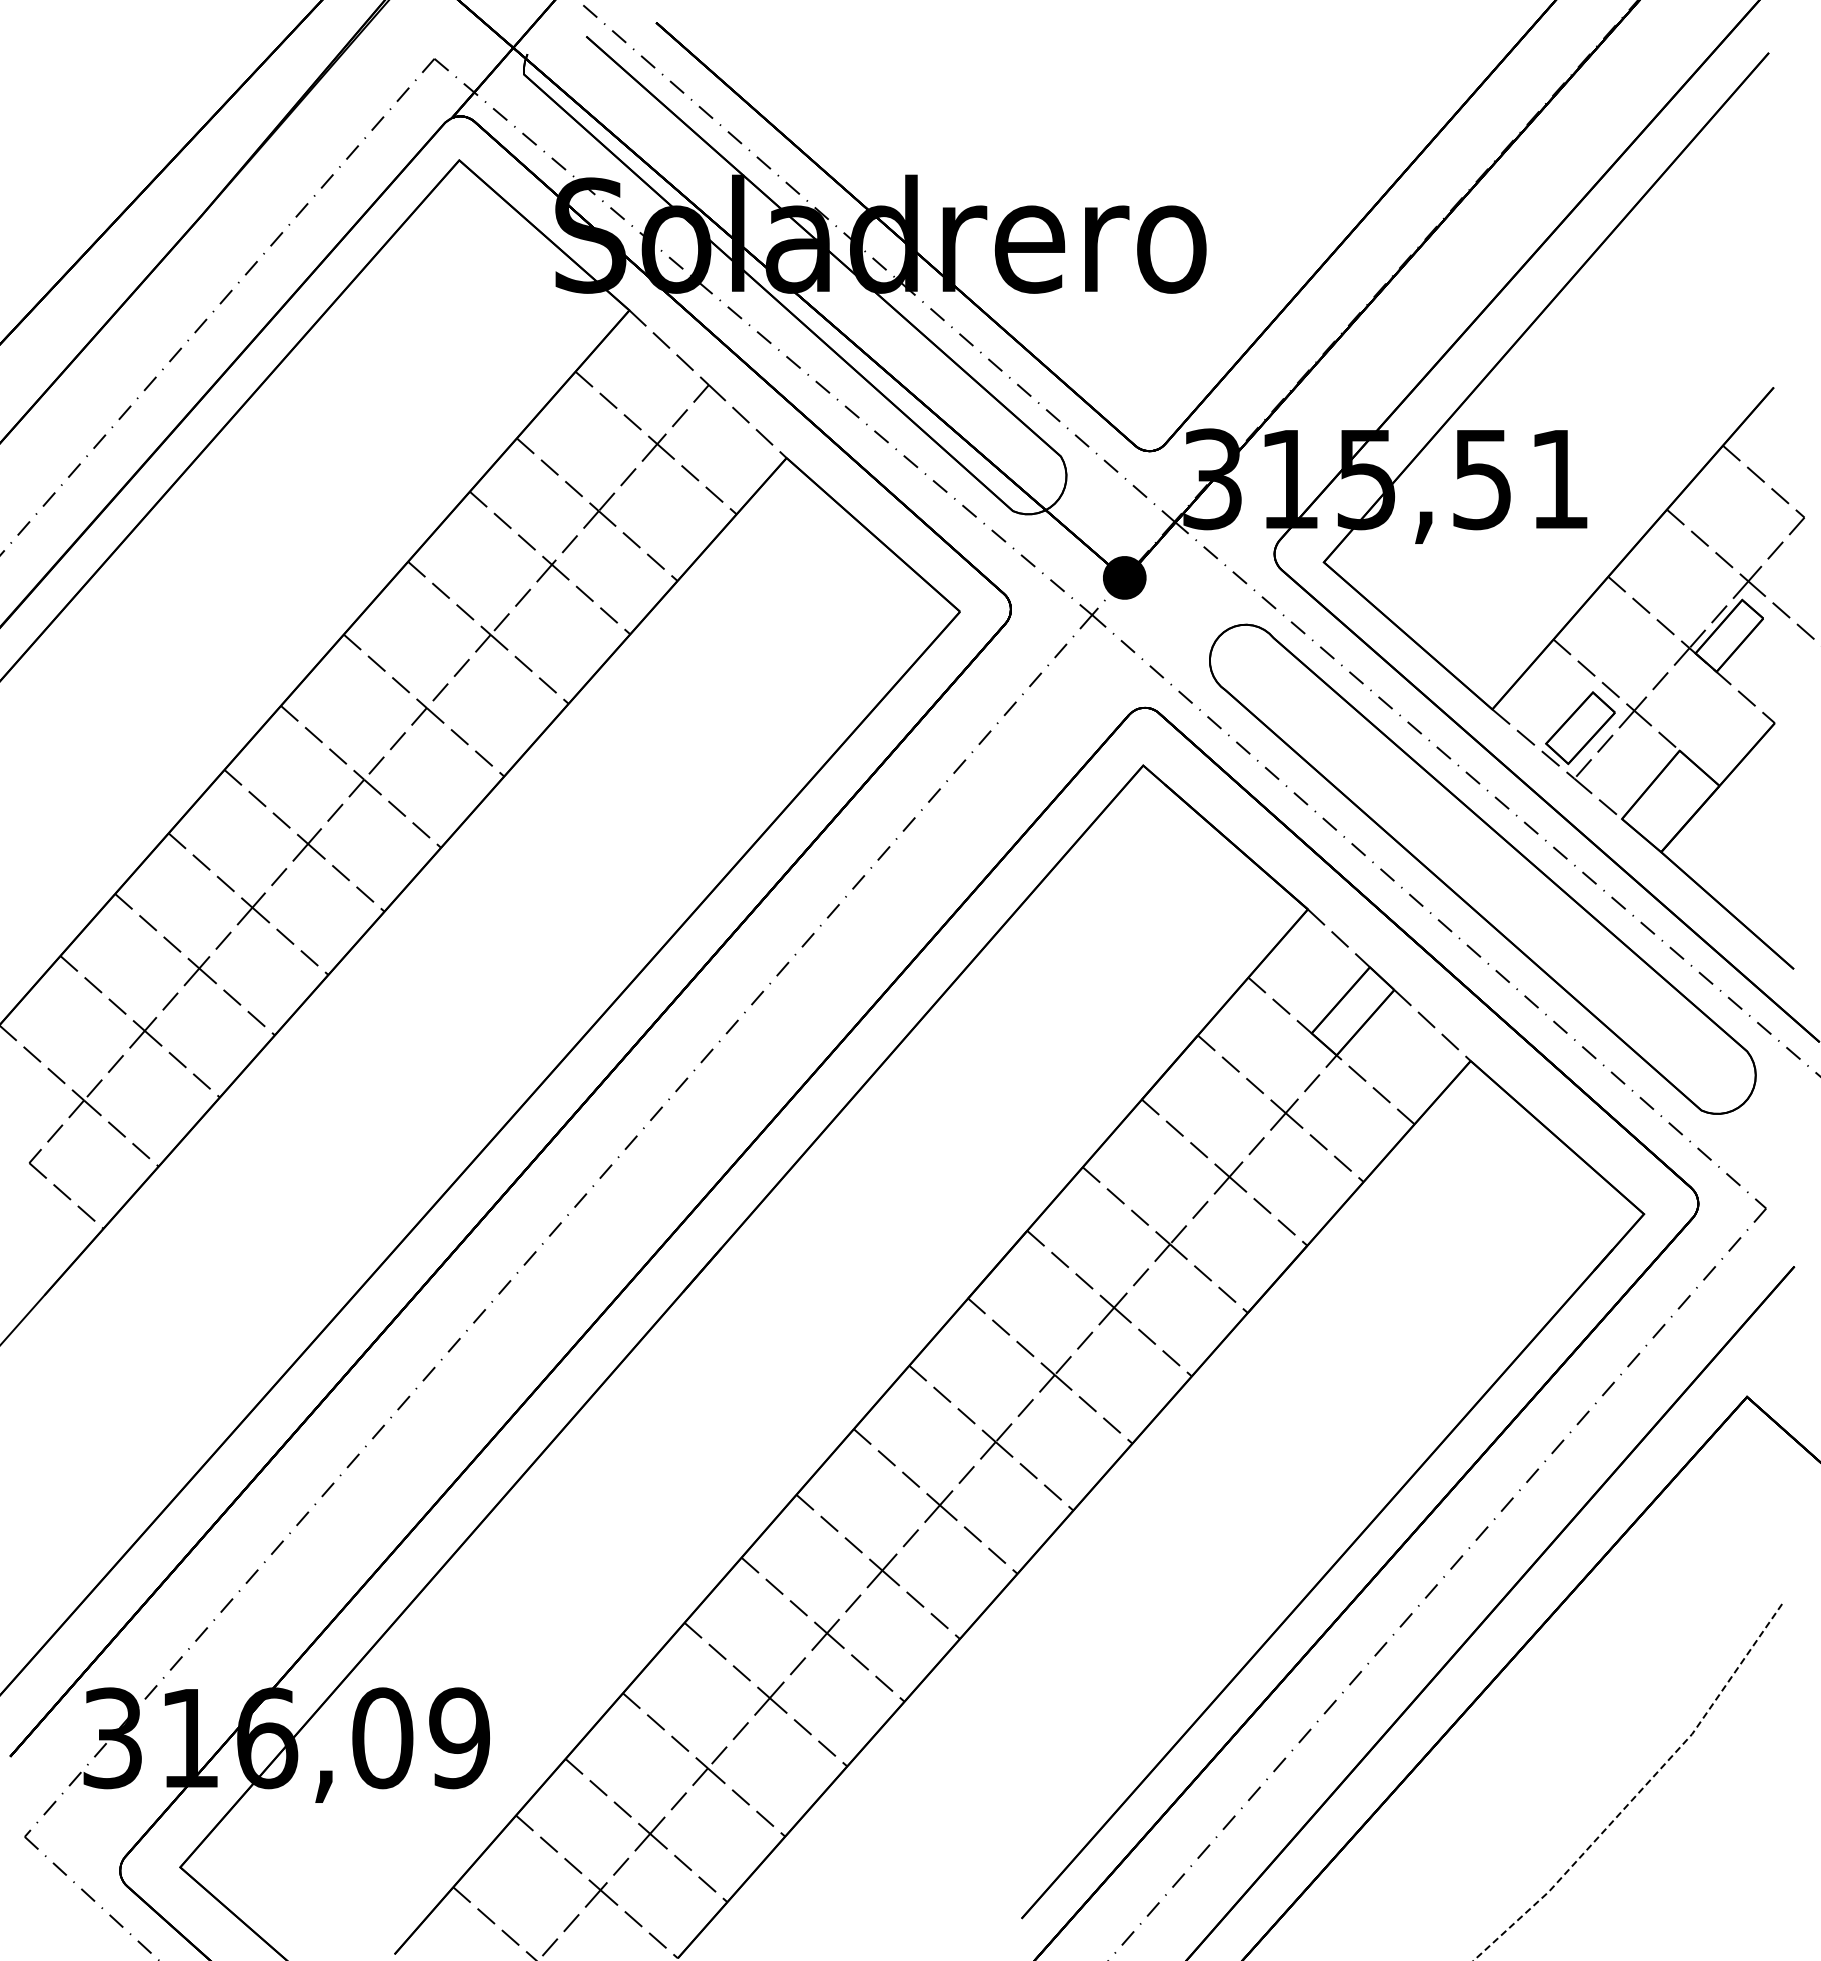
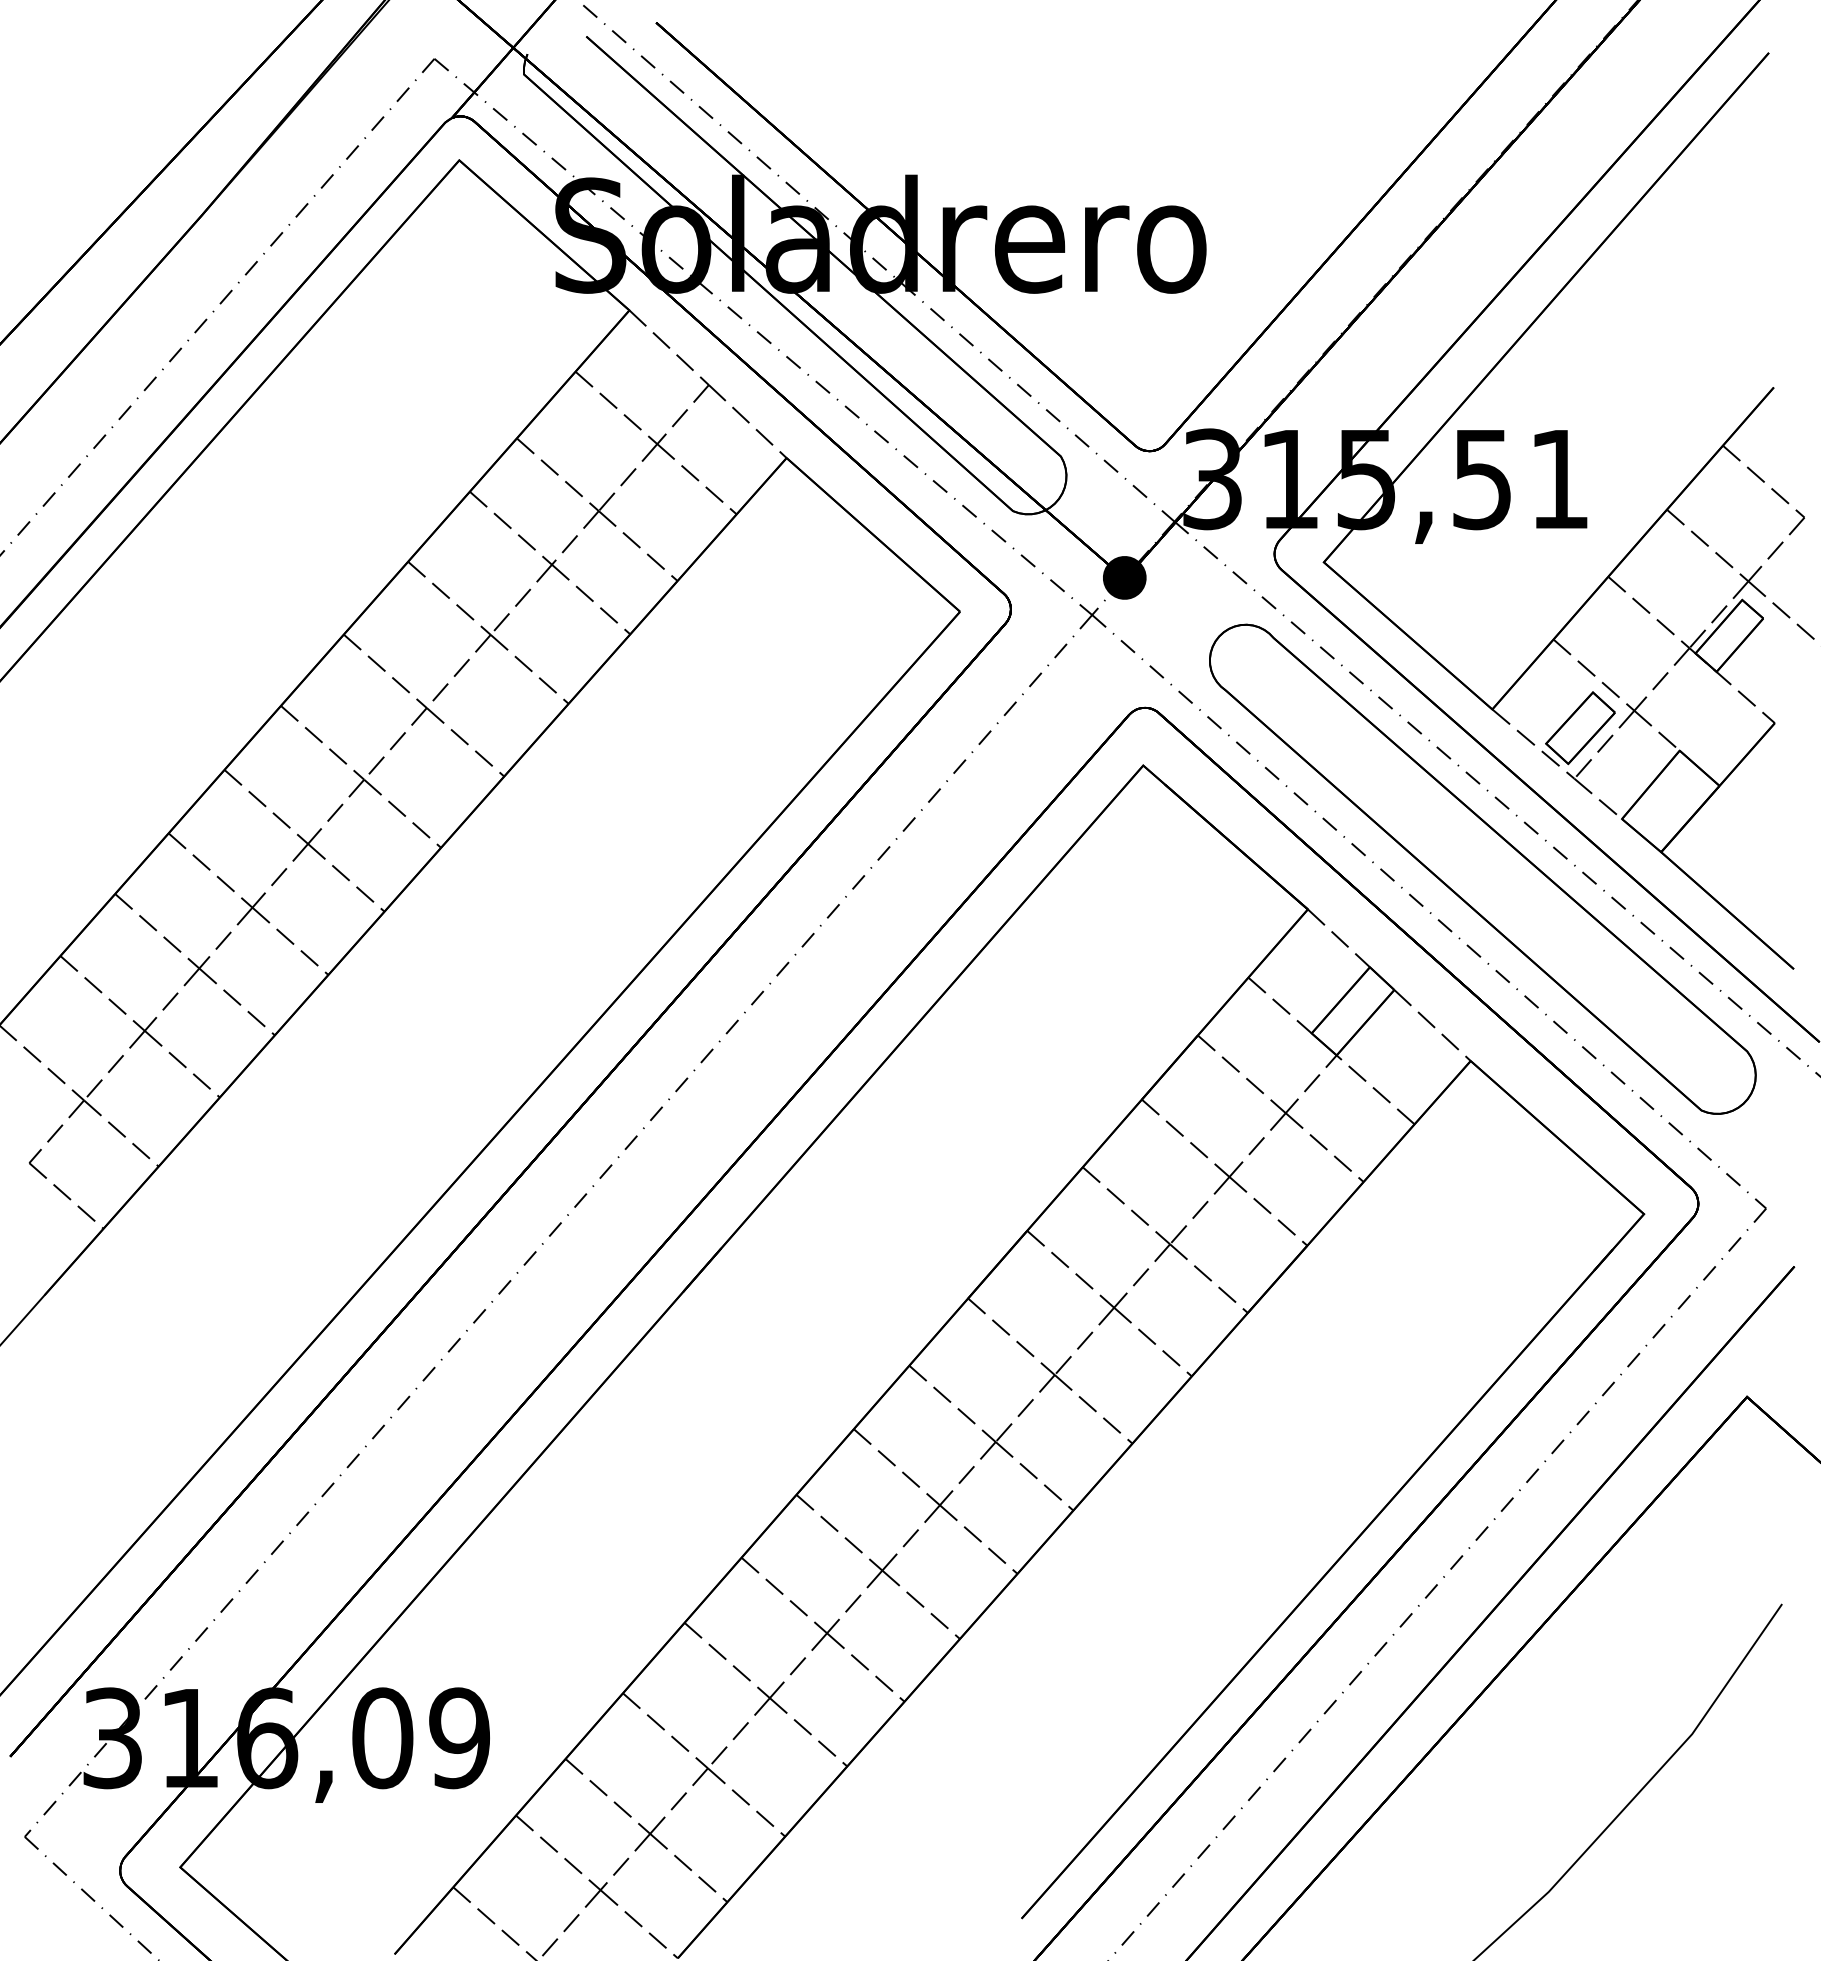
line at (1639, 1792): dashed -> solid
